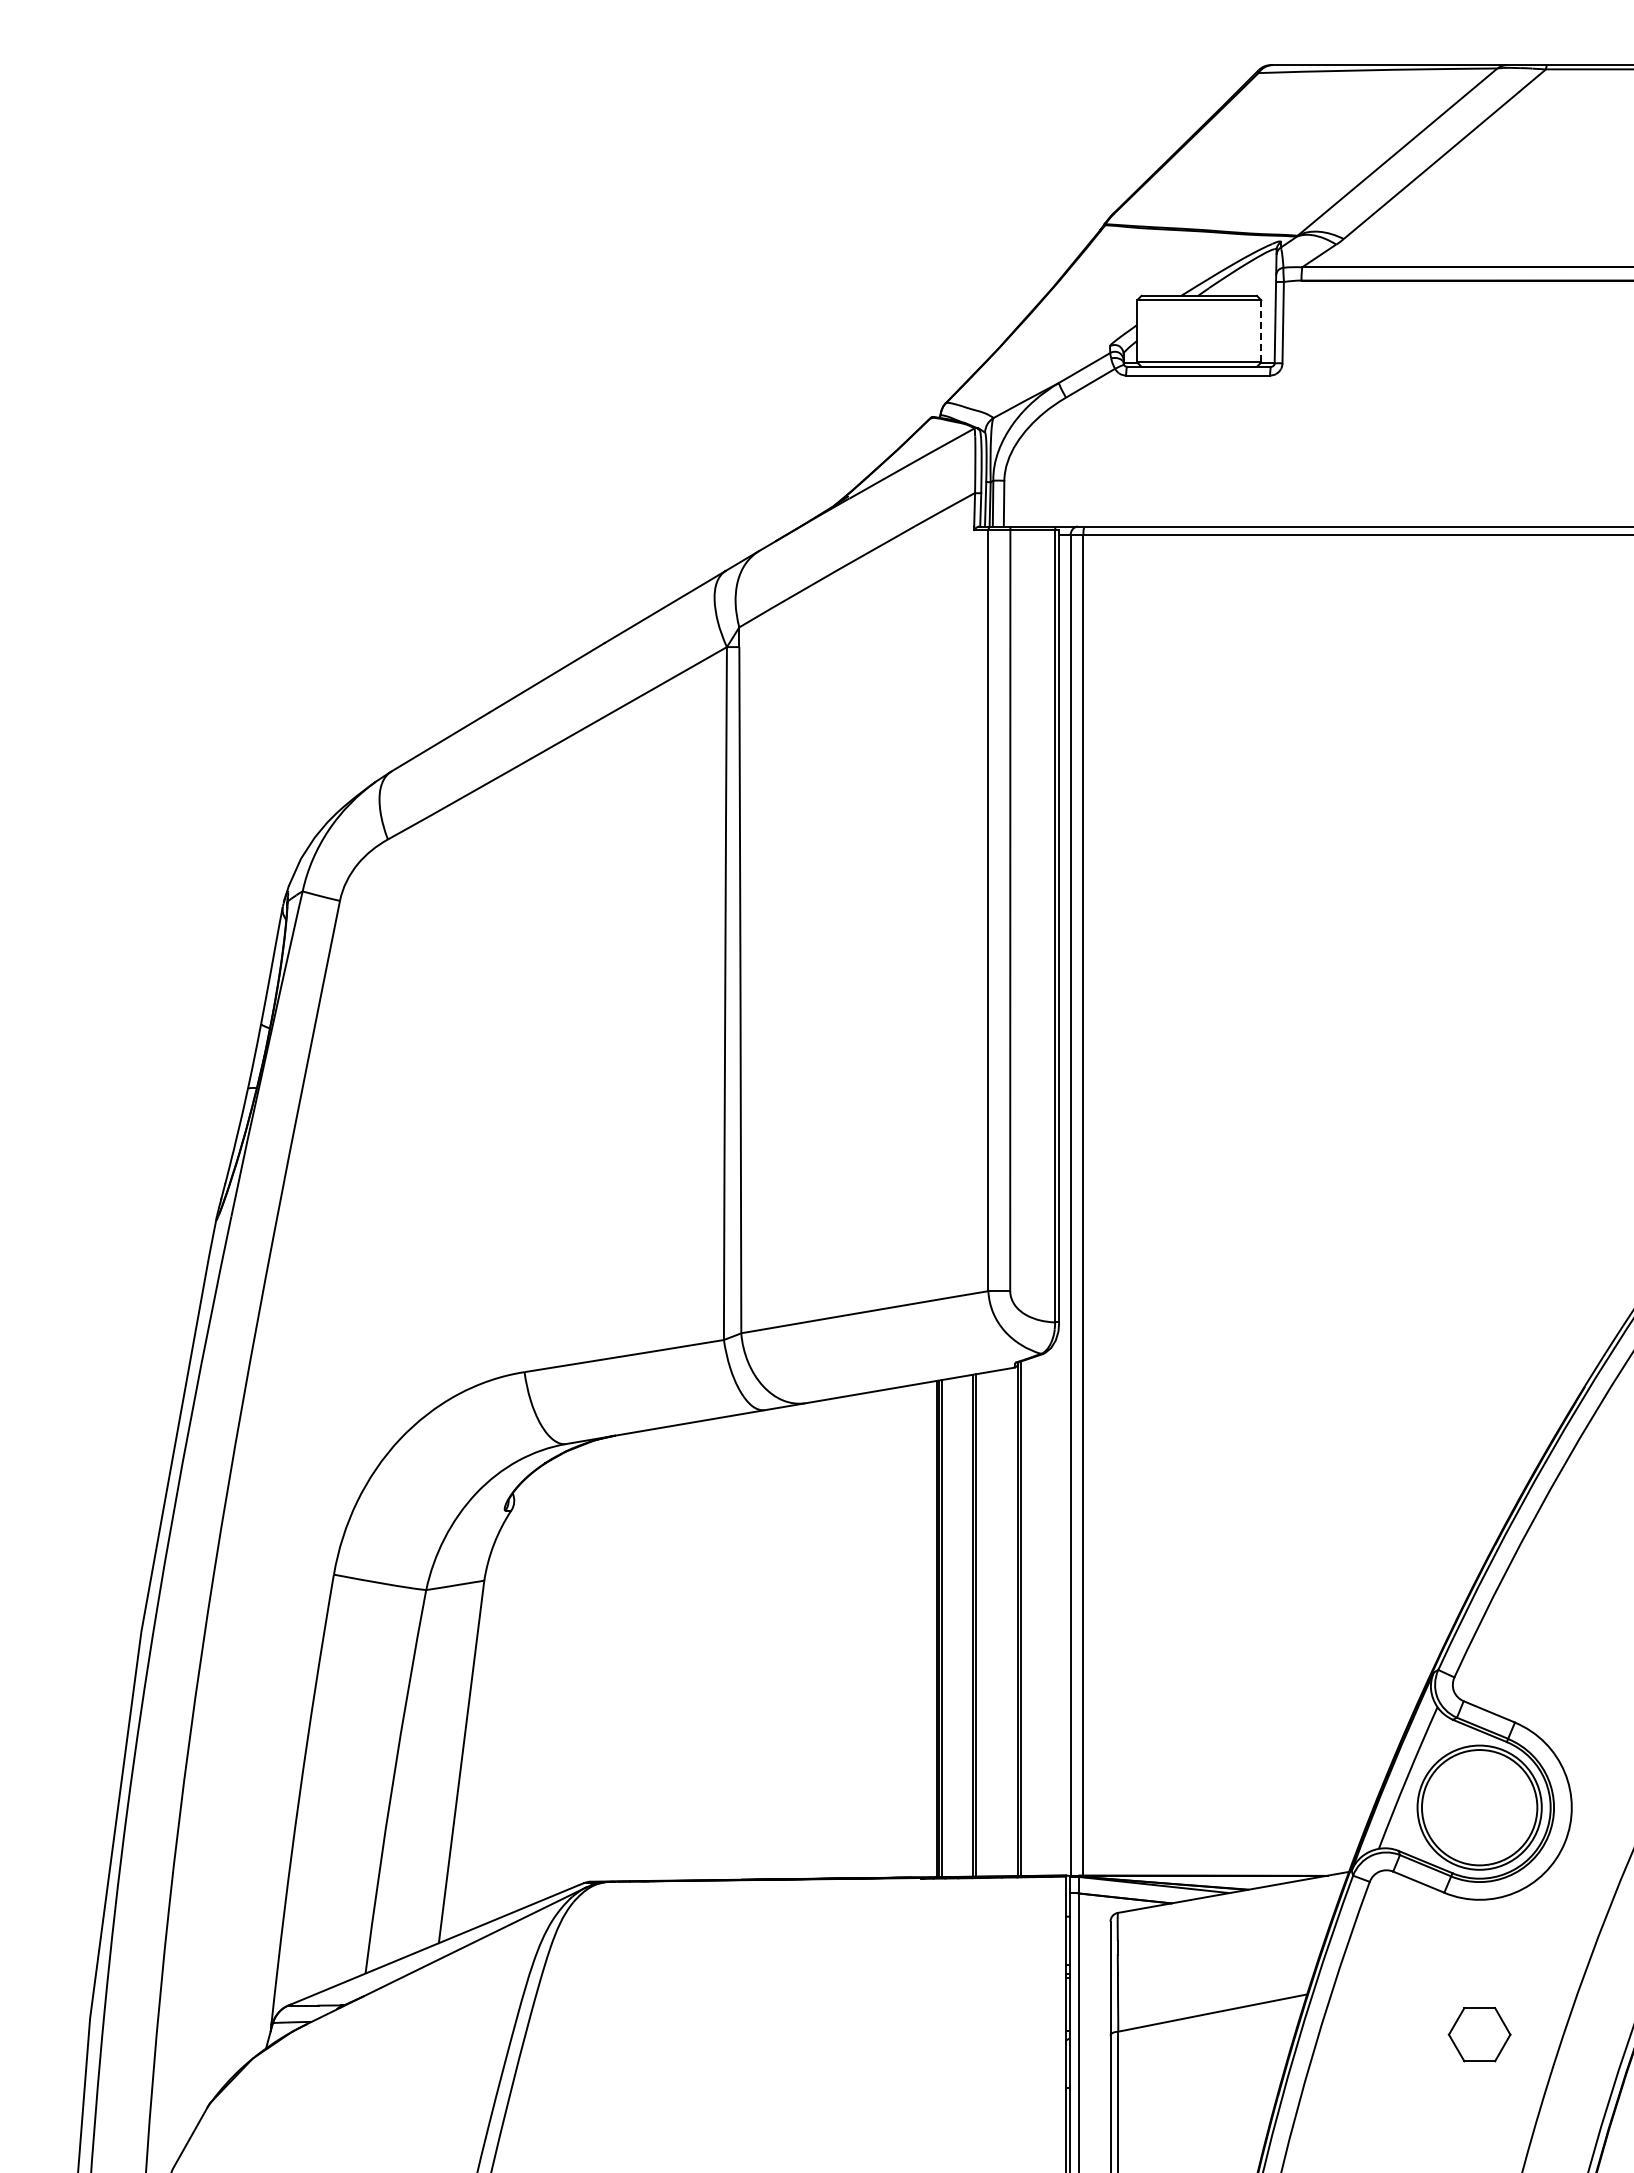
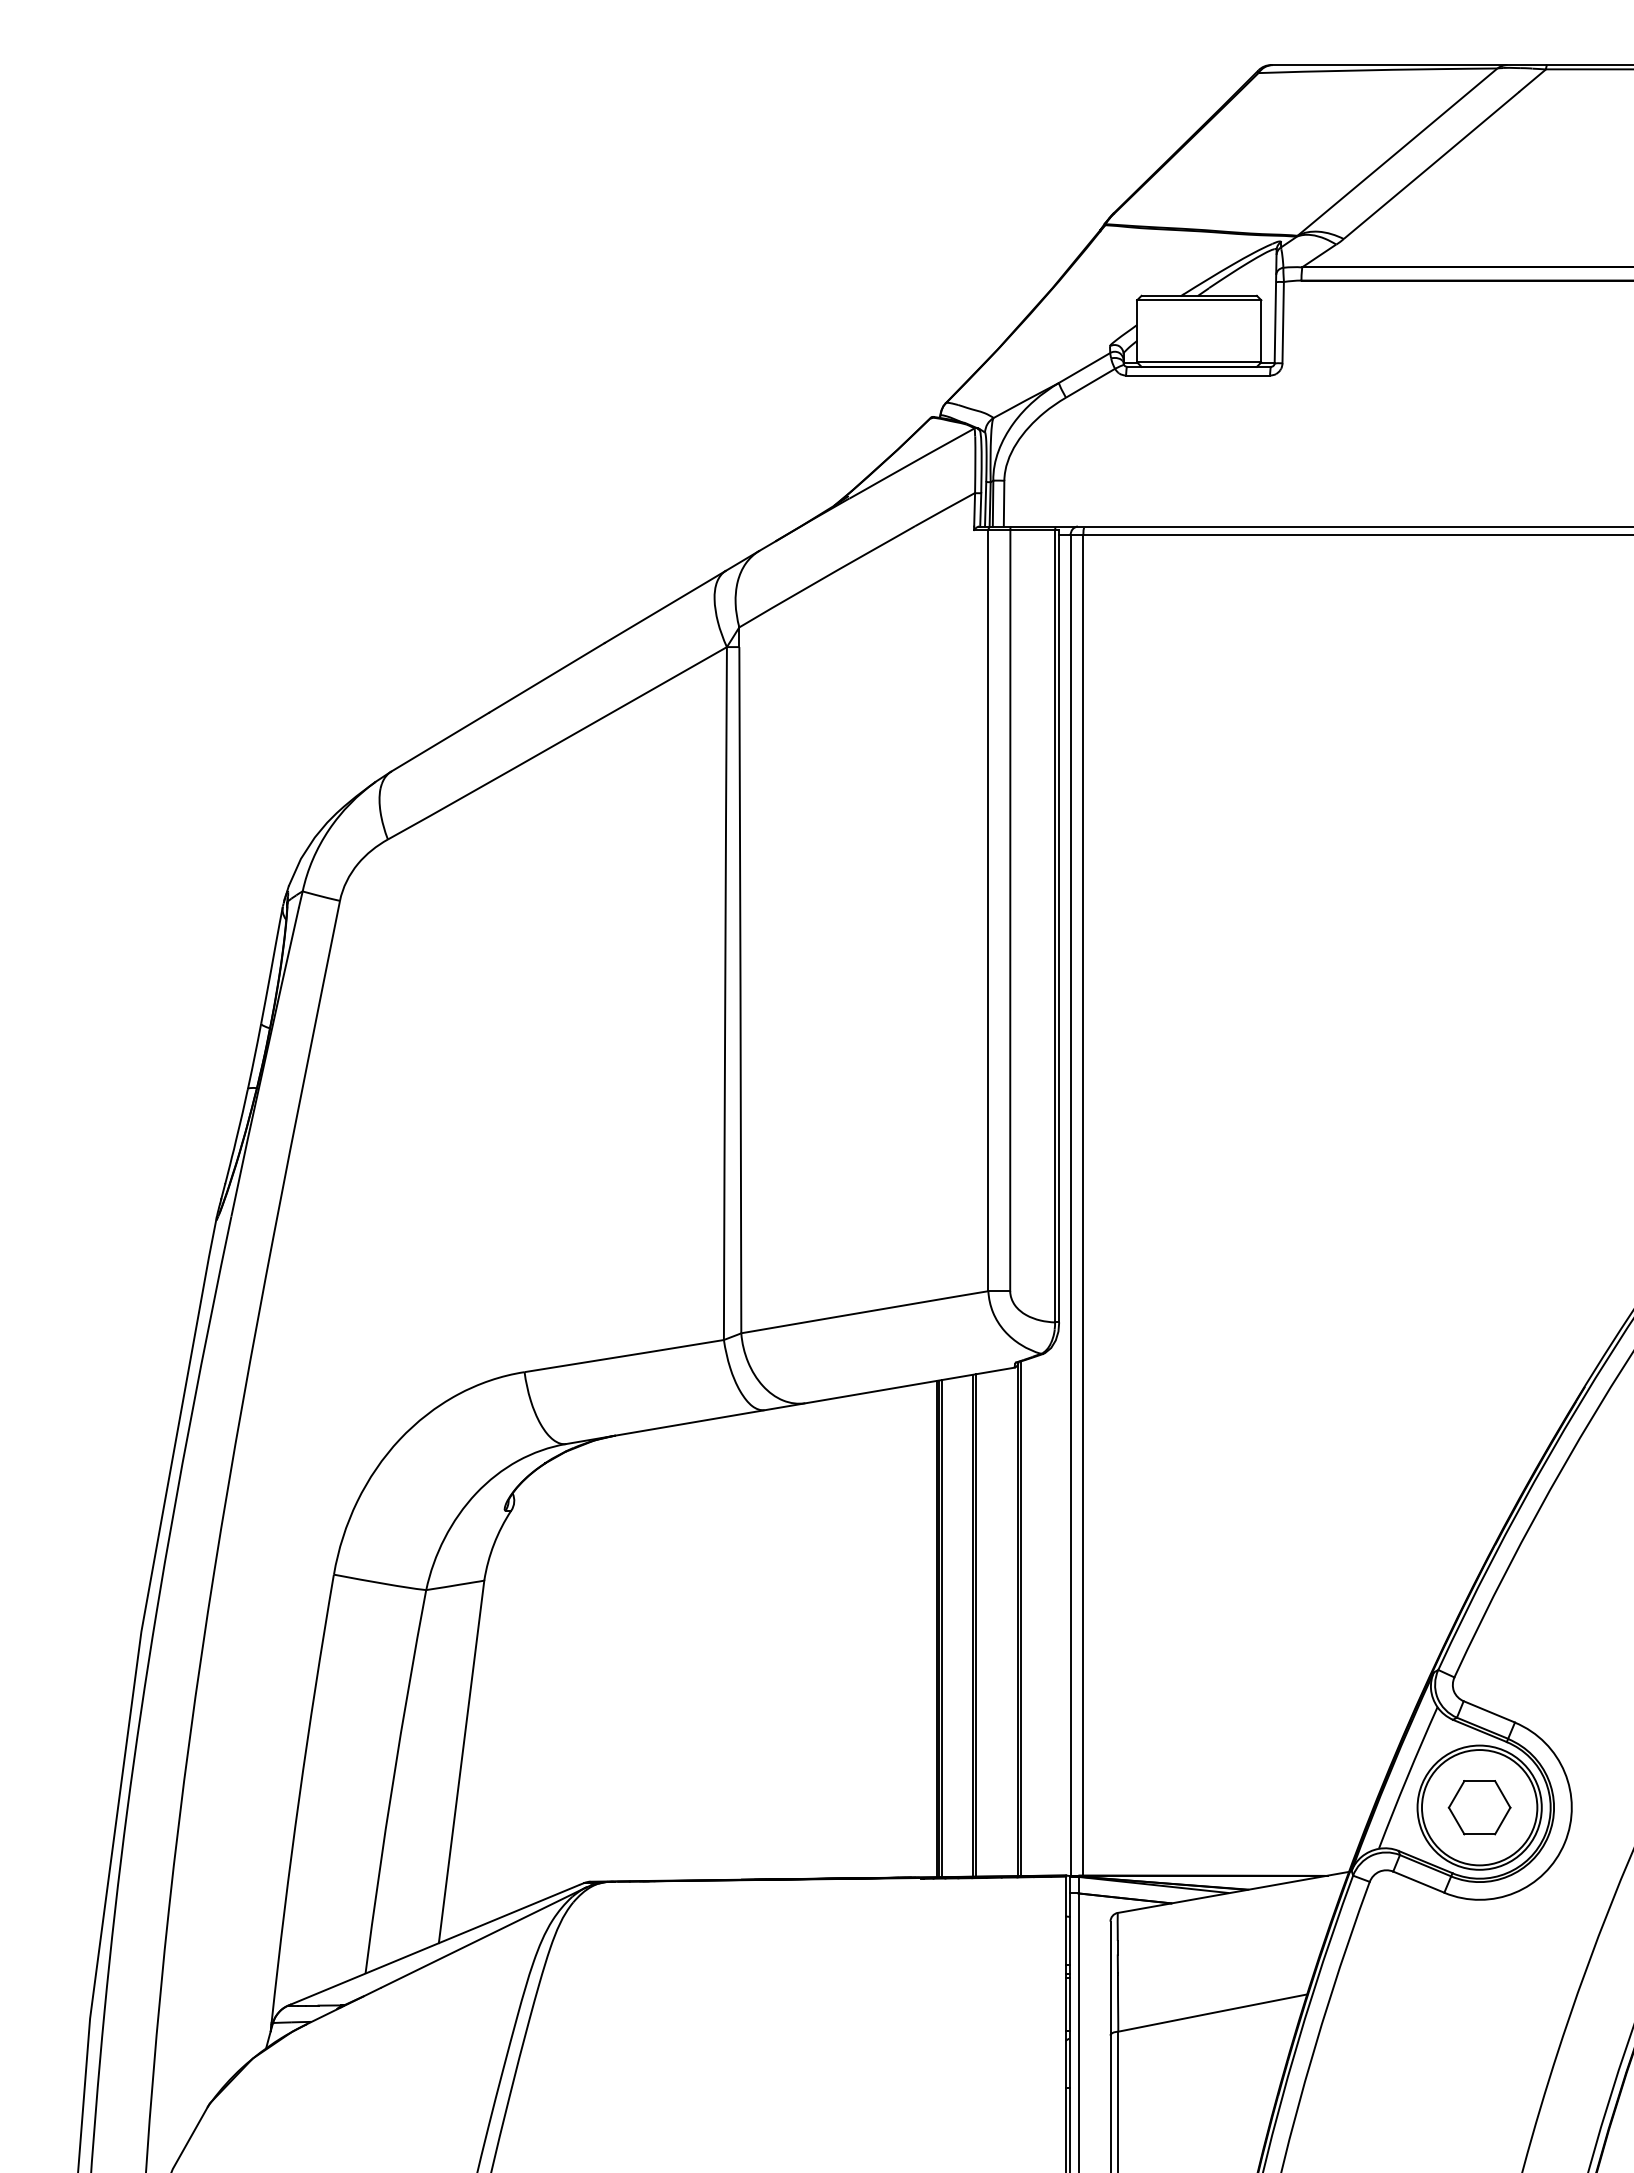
line at (1261, 330): dashed -> solid
part at (1479, 2034) position: (1479, 2034) -> (1479, 1807)
